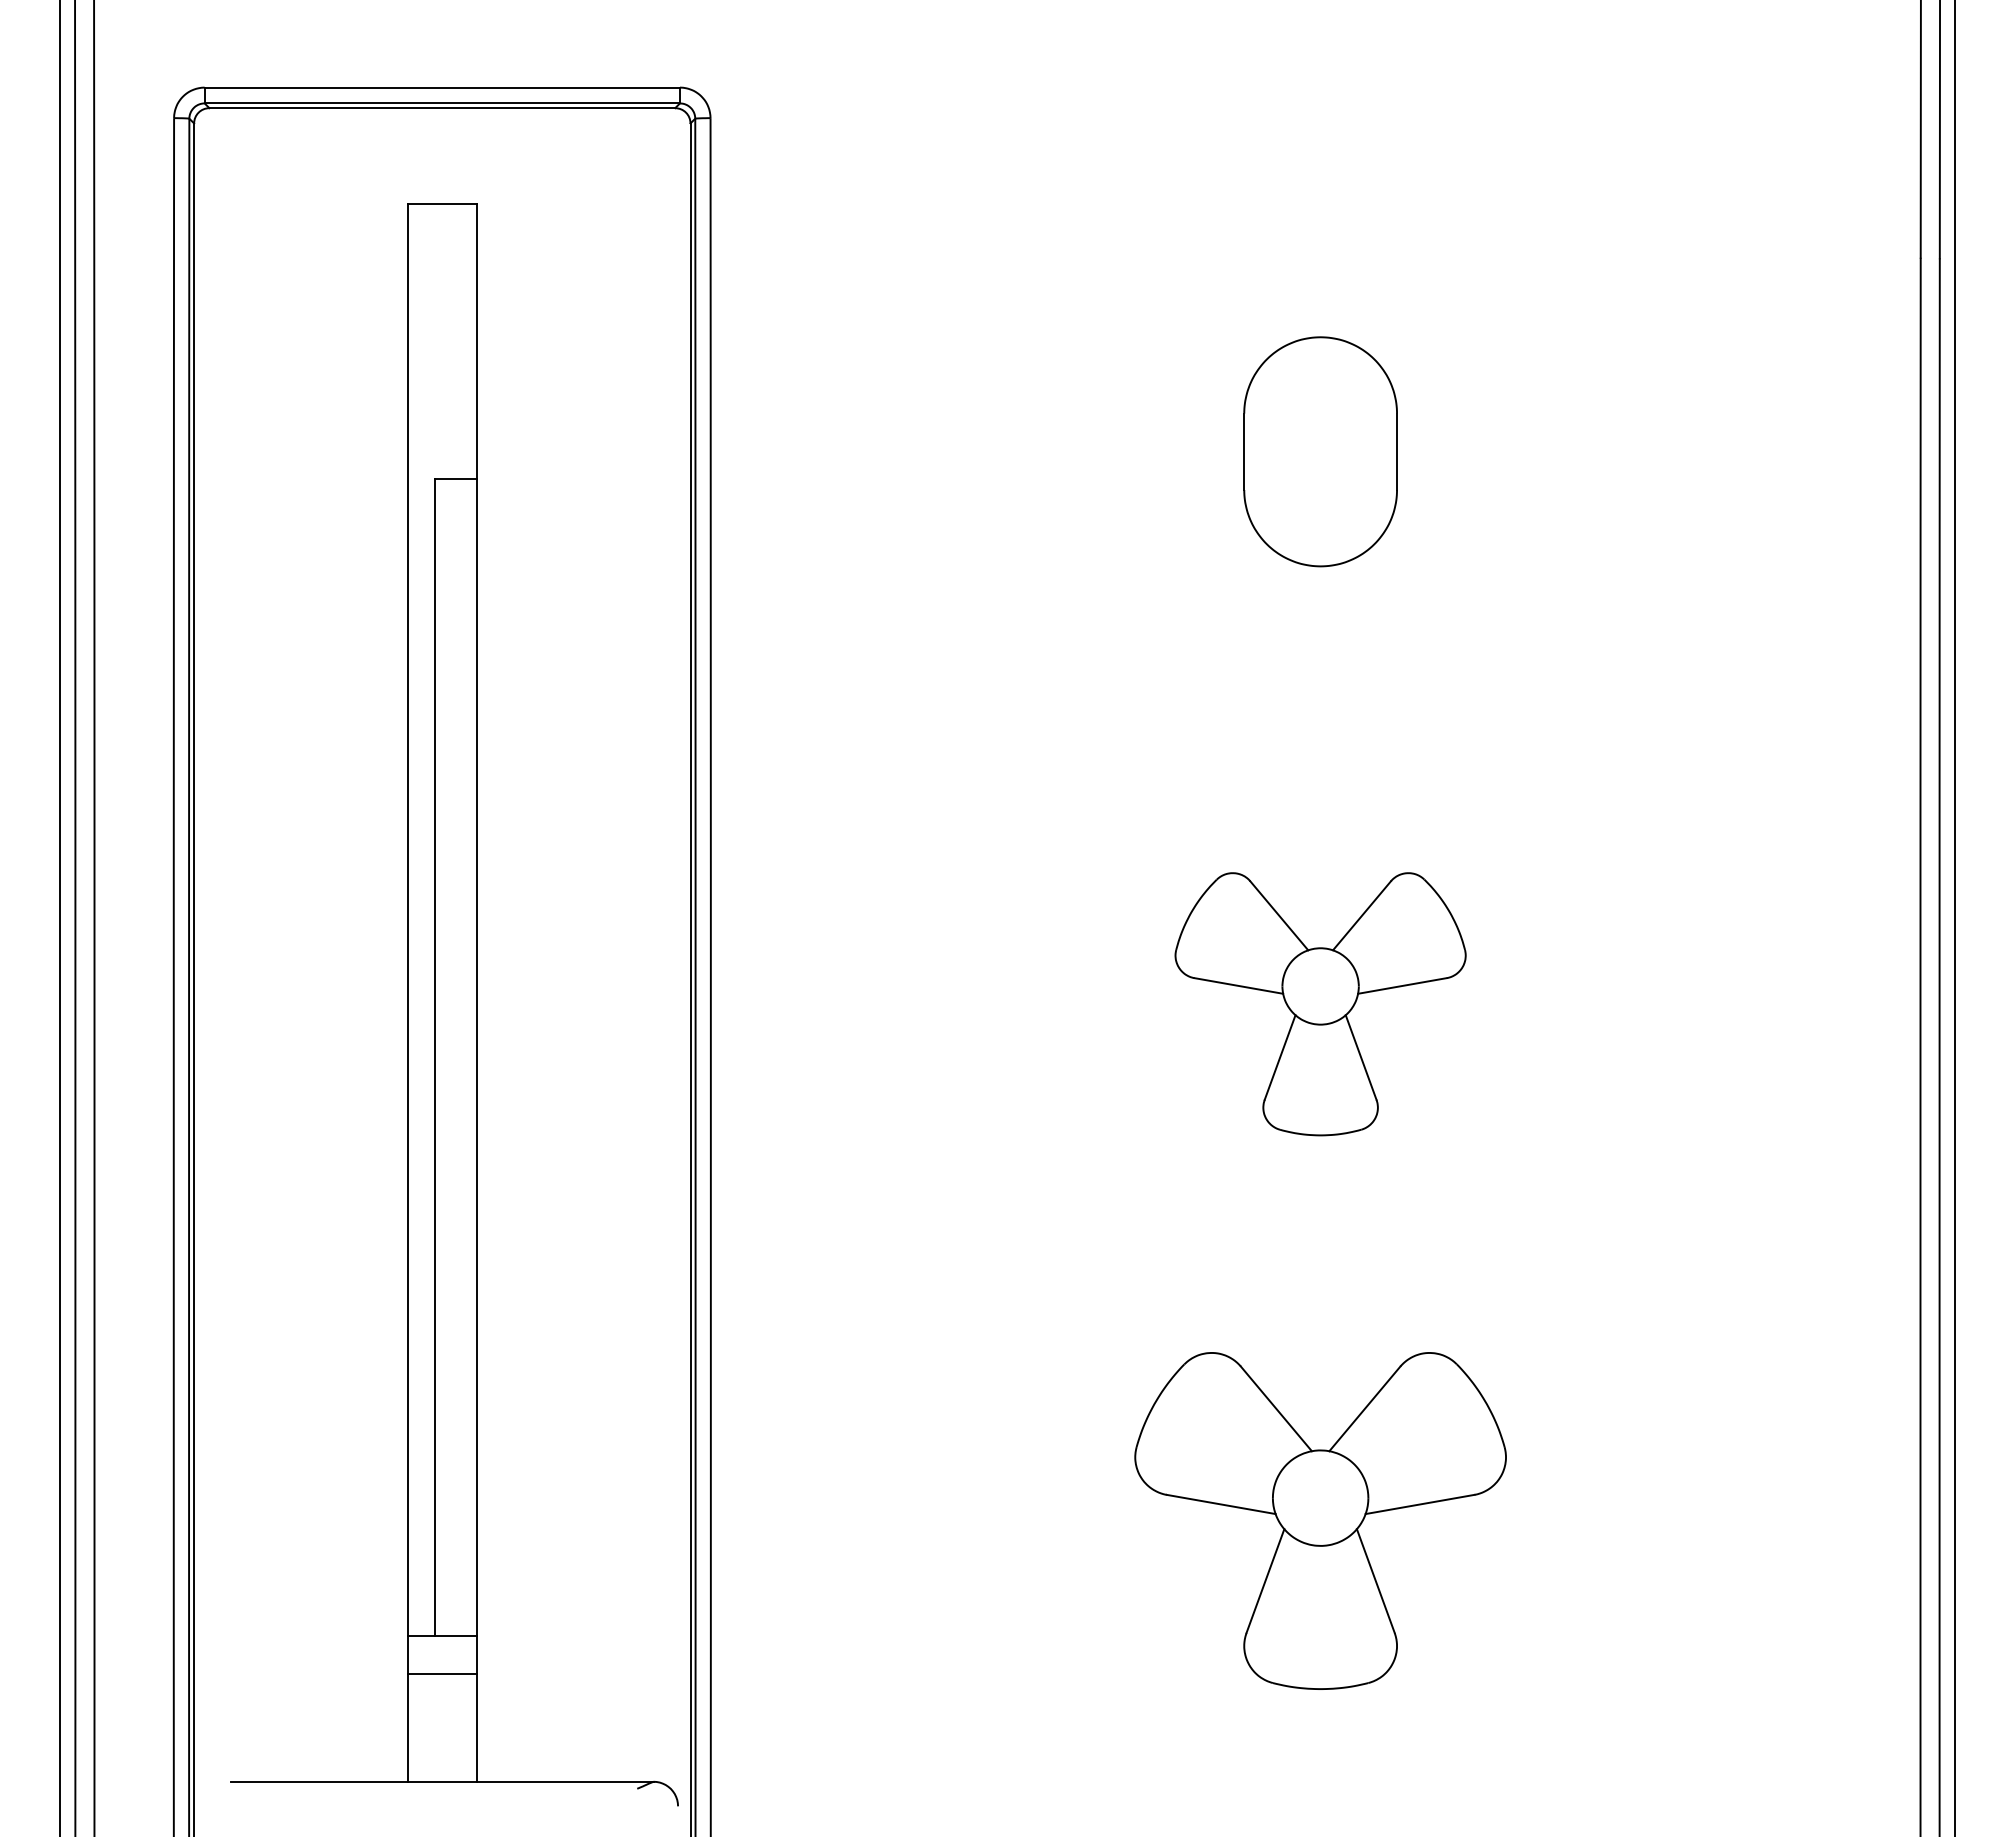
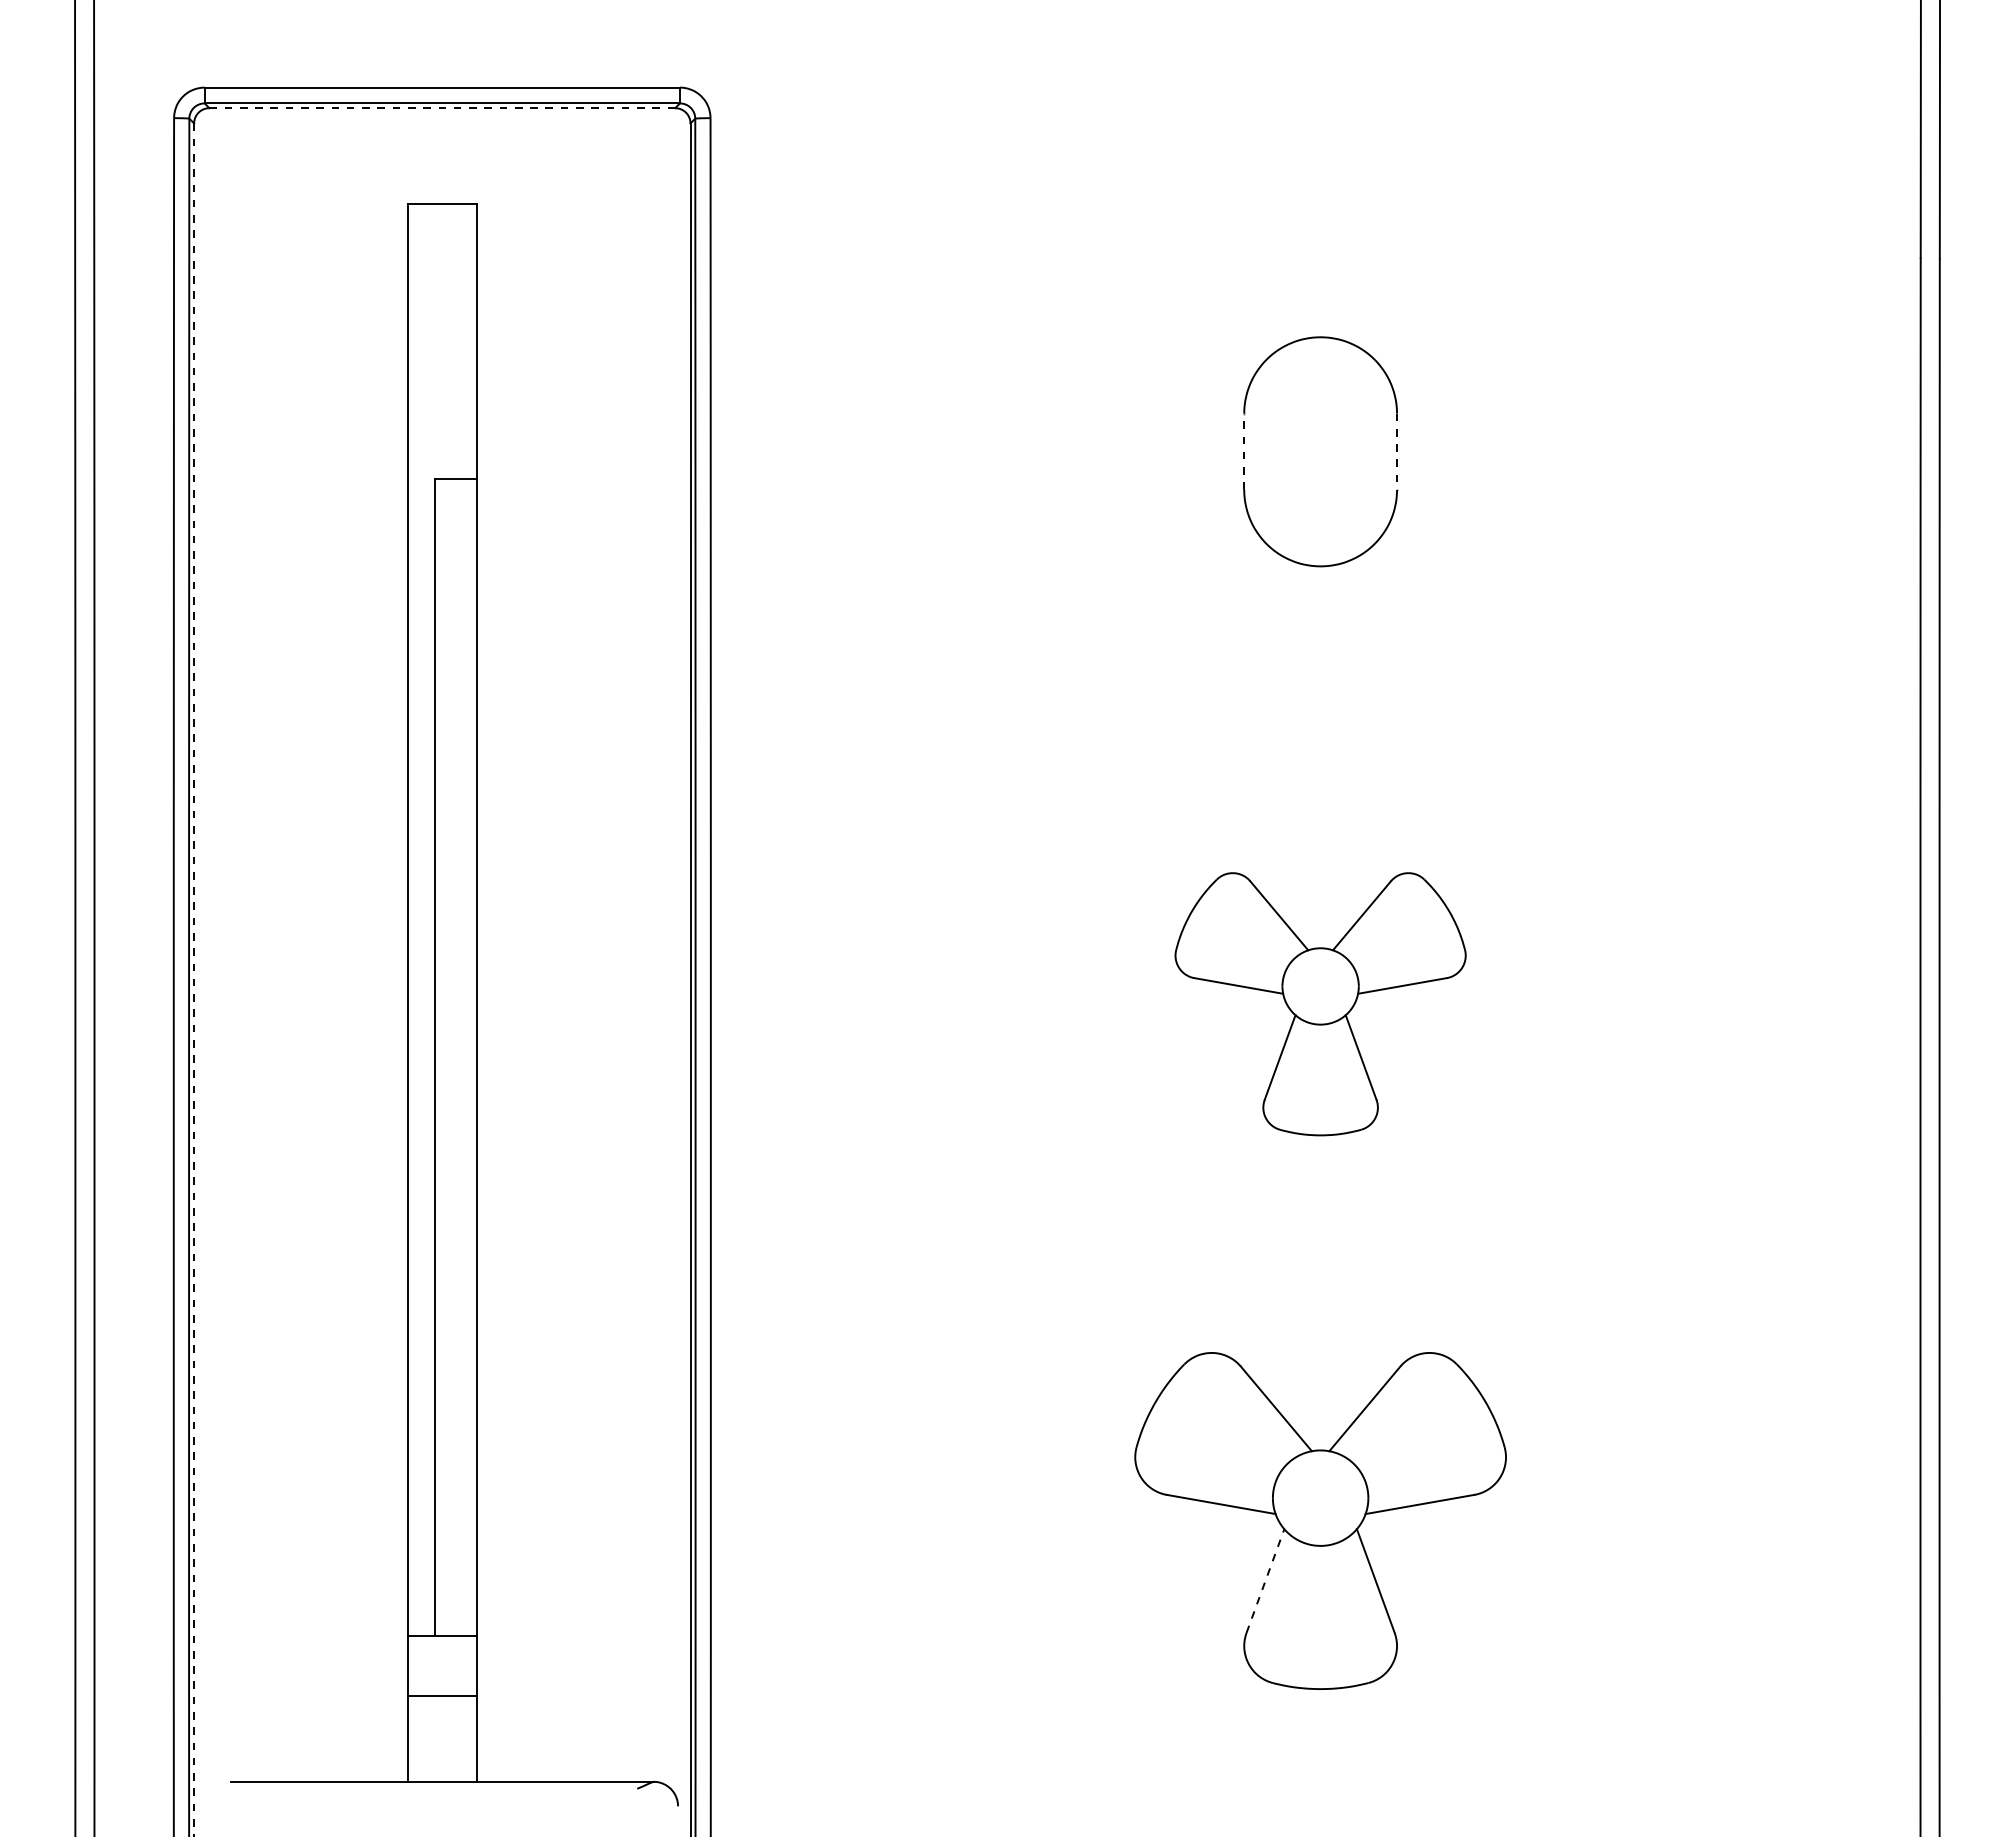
line at (442, 108): solid -> dashed
line at (1244, 451): solid -> dashed
line at (1397, 452): solid -> dashed
line at (60, 917): present -> none
line at (1954, 917): present -> none
line at (194, 980): solid -> dashed
line at (1265, 1580): solid -> dashed
line at (441, 1673) position: (441, 1673) -> (441, 1695)
